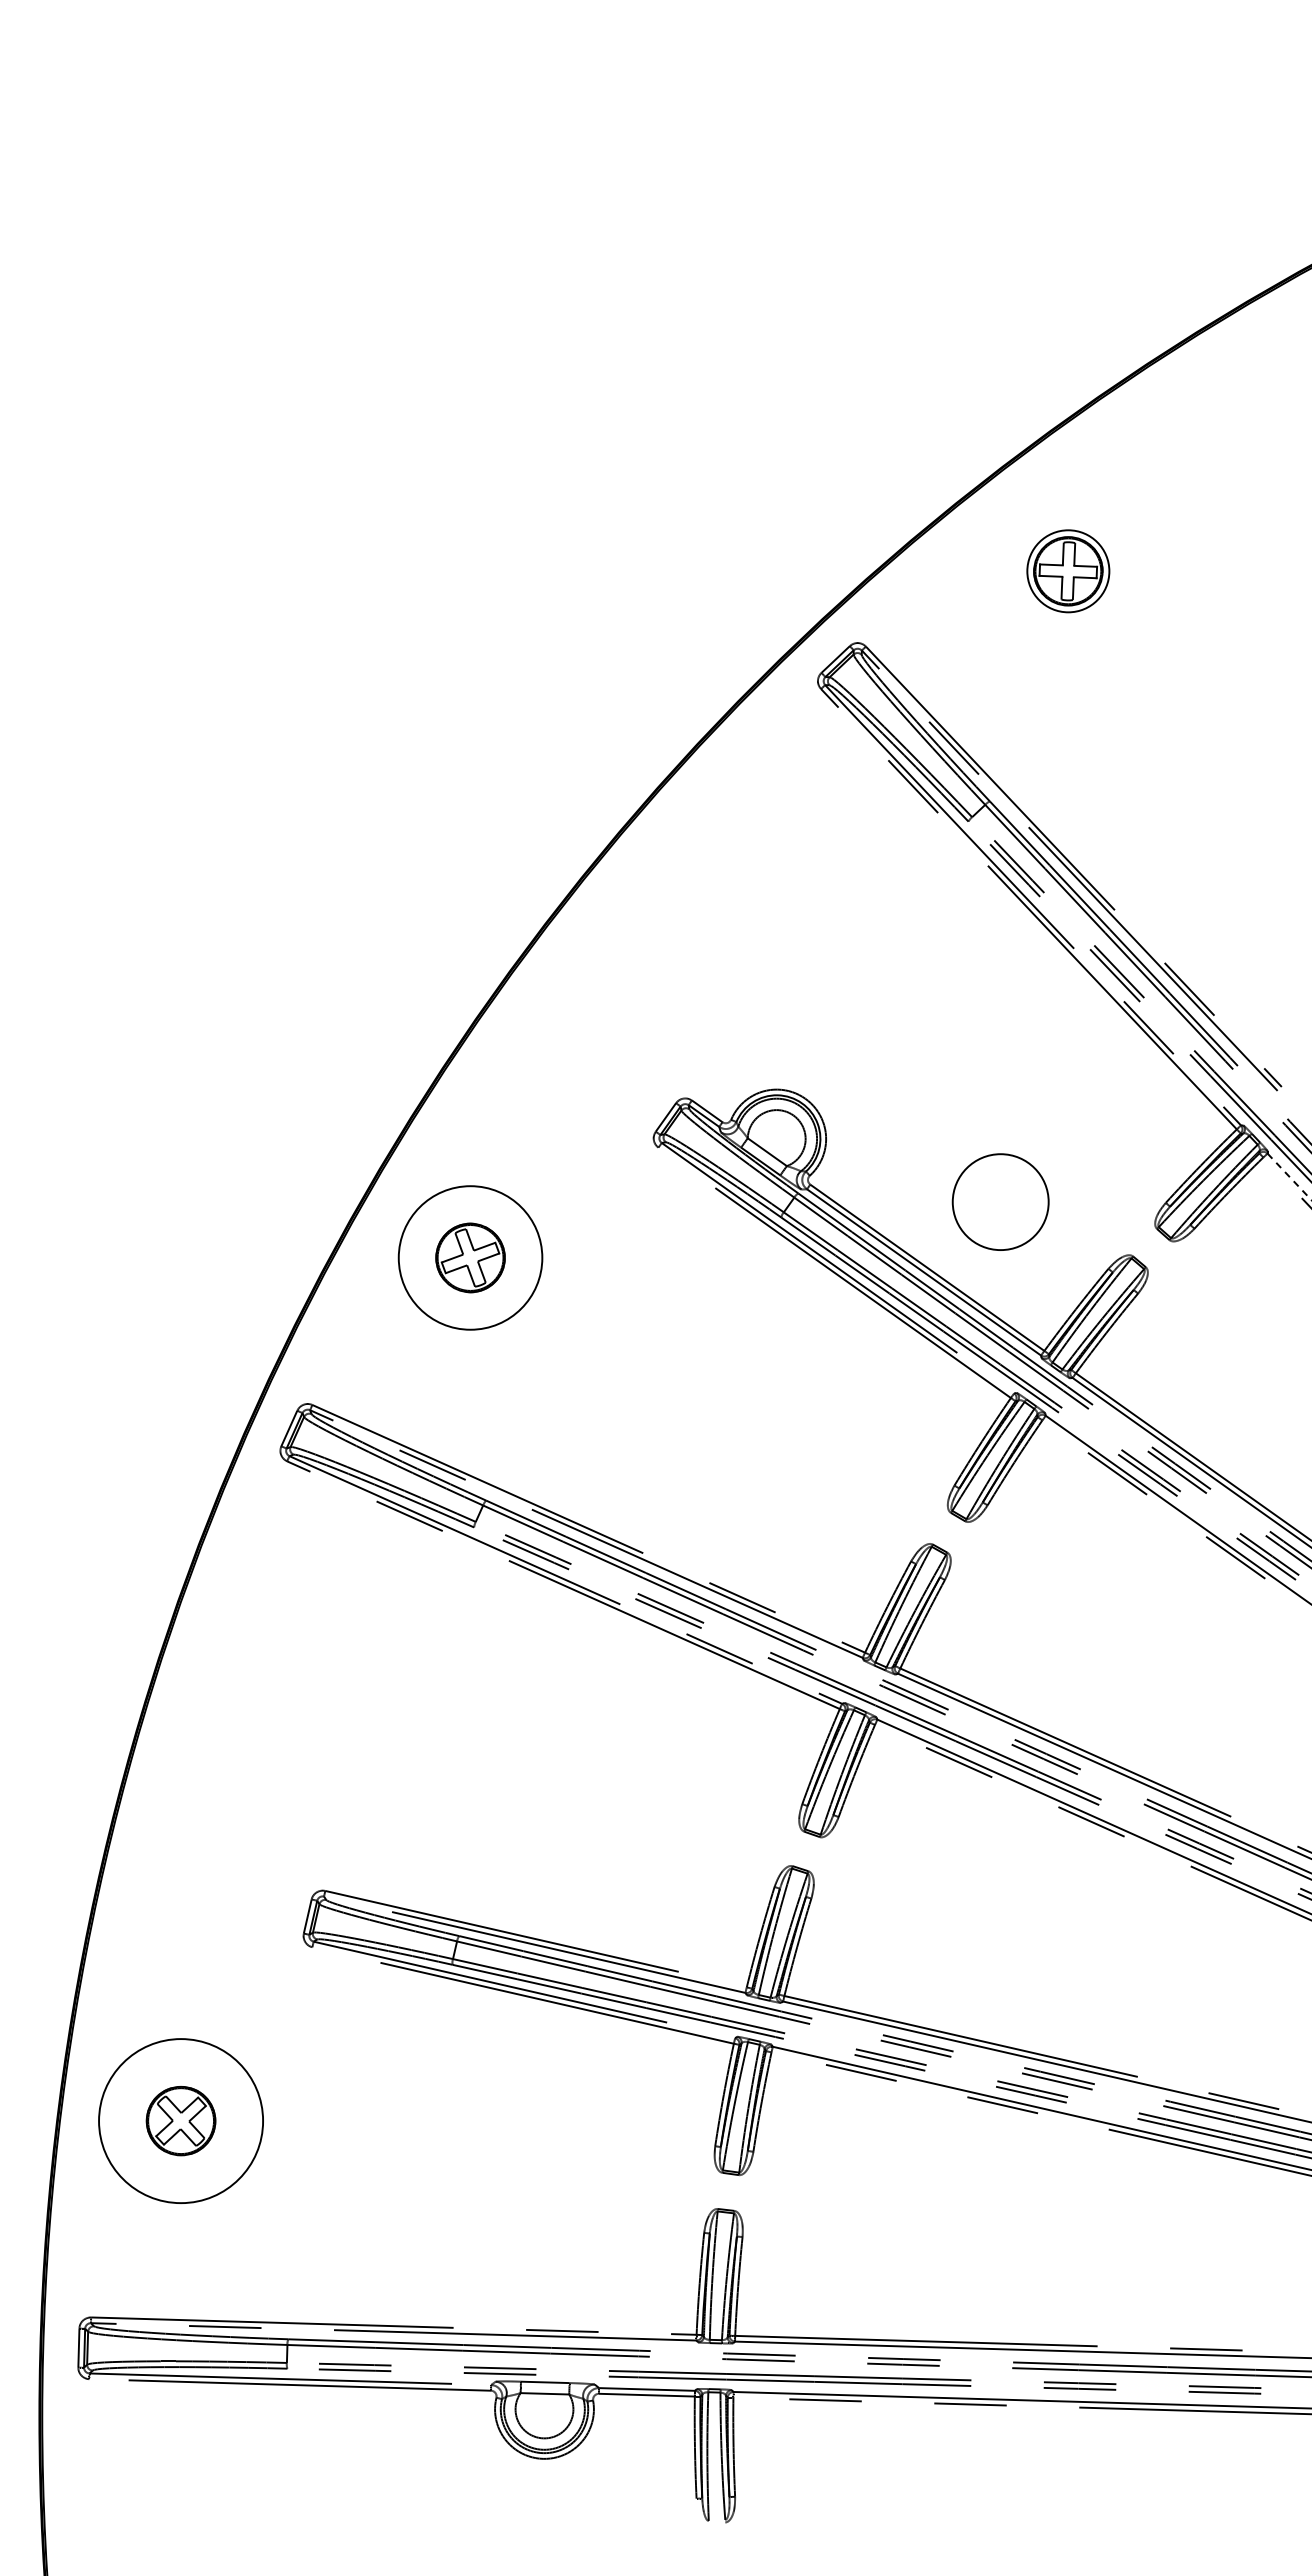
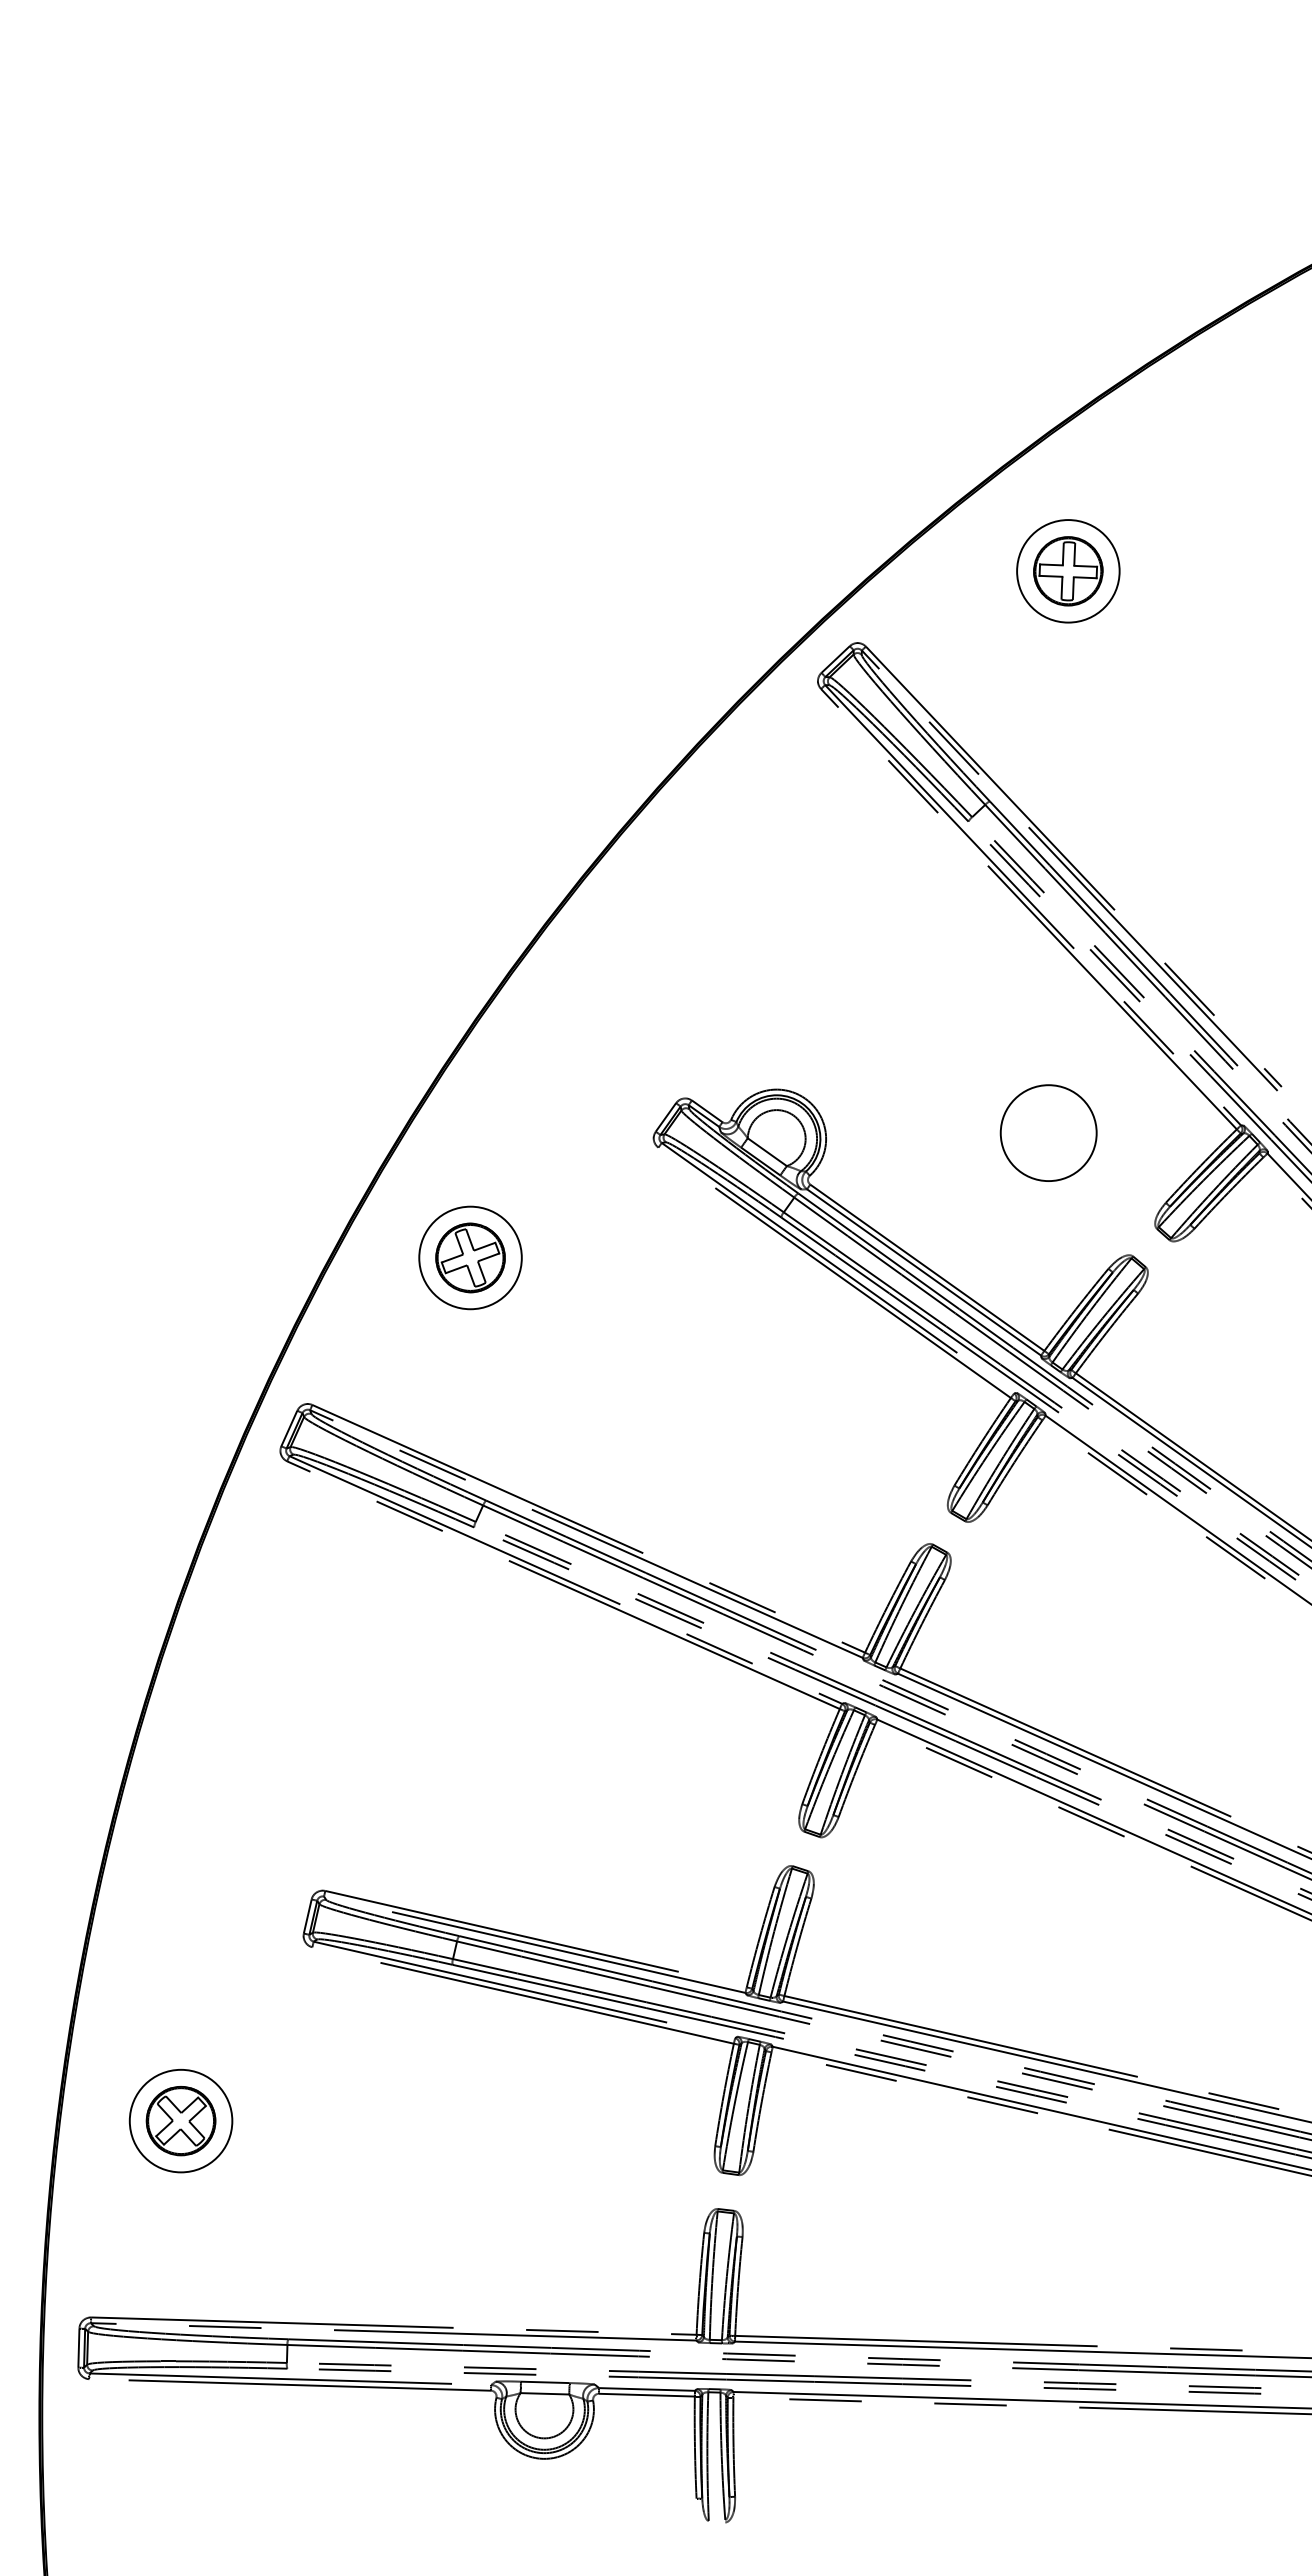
circle at (1068, 571) diameter: 82 px -> 103 px
line at (1289, 1176): dashed -> solid
circle at (1000, 1201) position: (1000, 1201) -> (1048, 1132)
circle at (470, 1257) diameter: 144 px -> 103 px
circle at (181, 2121) diameter: 164 px -> 103 px
